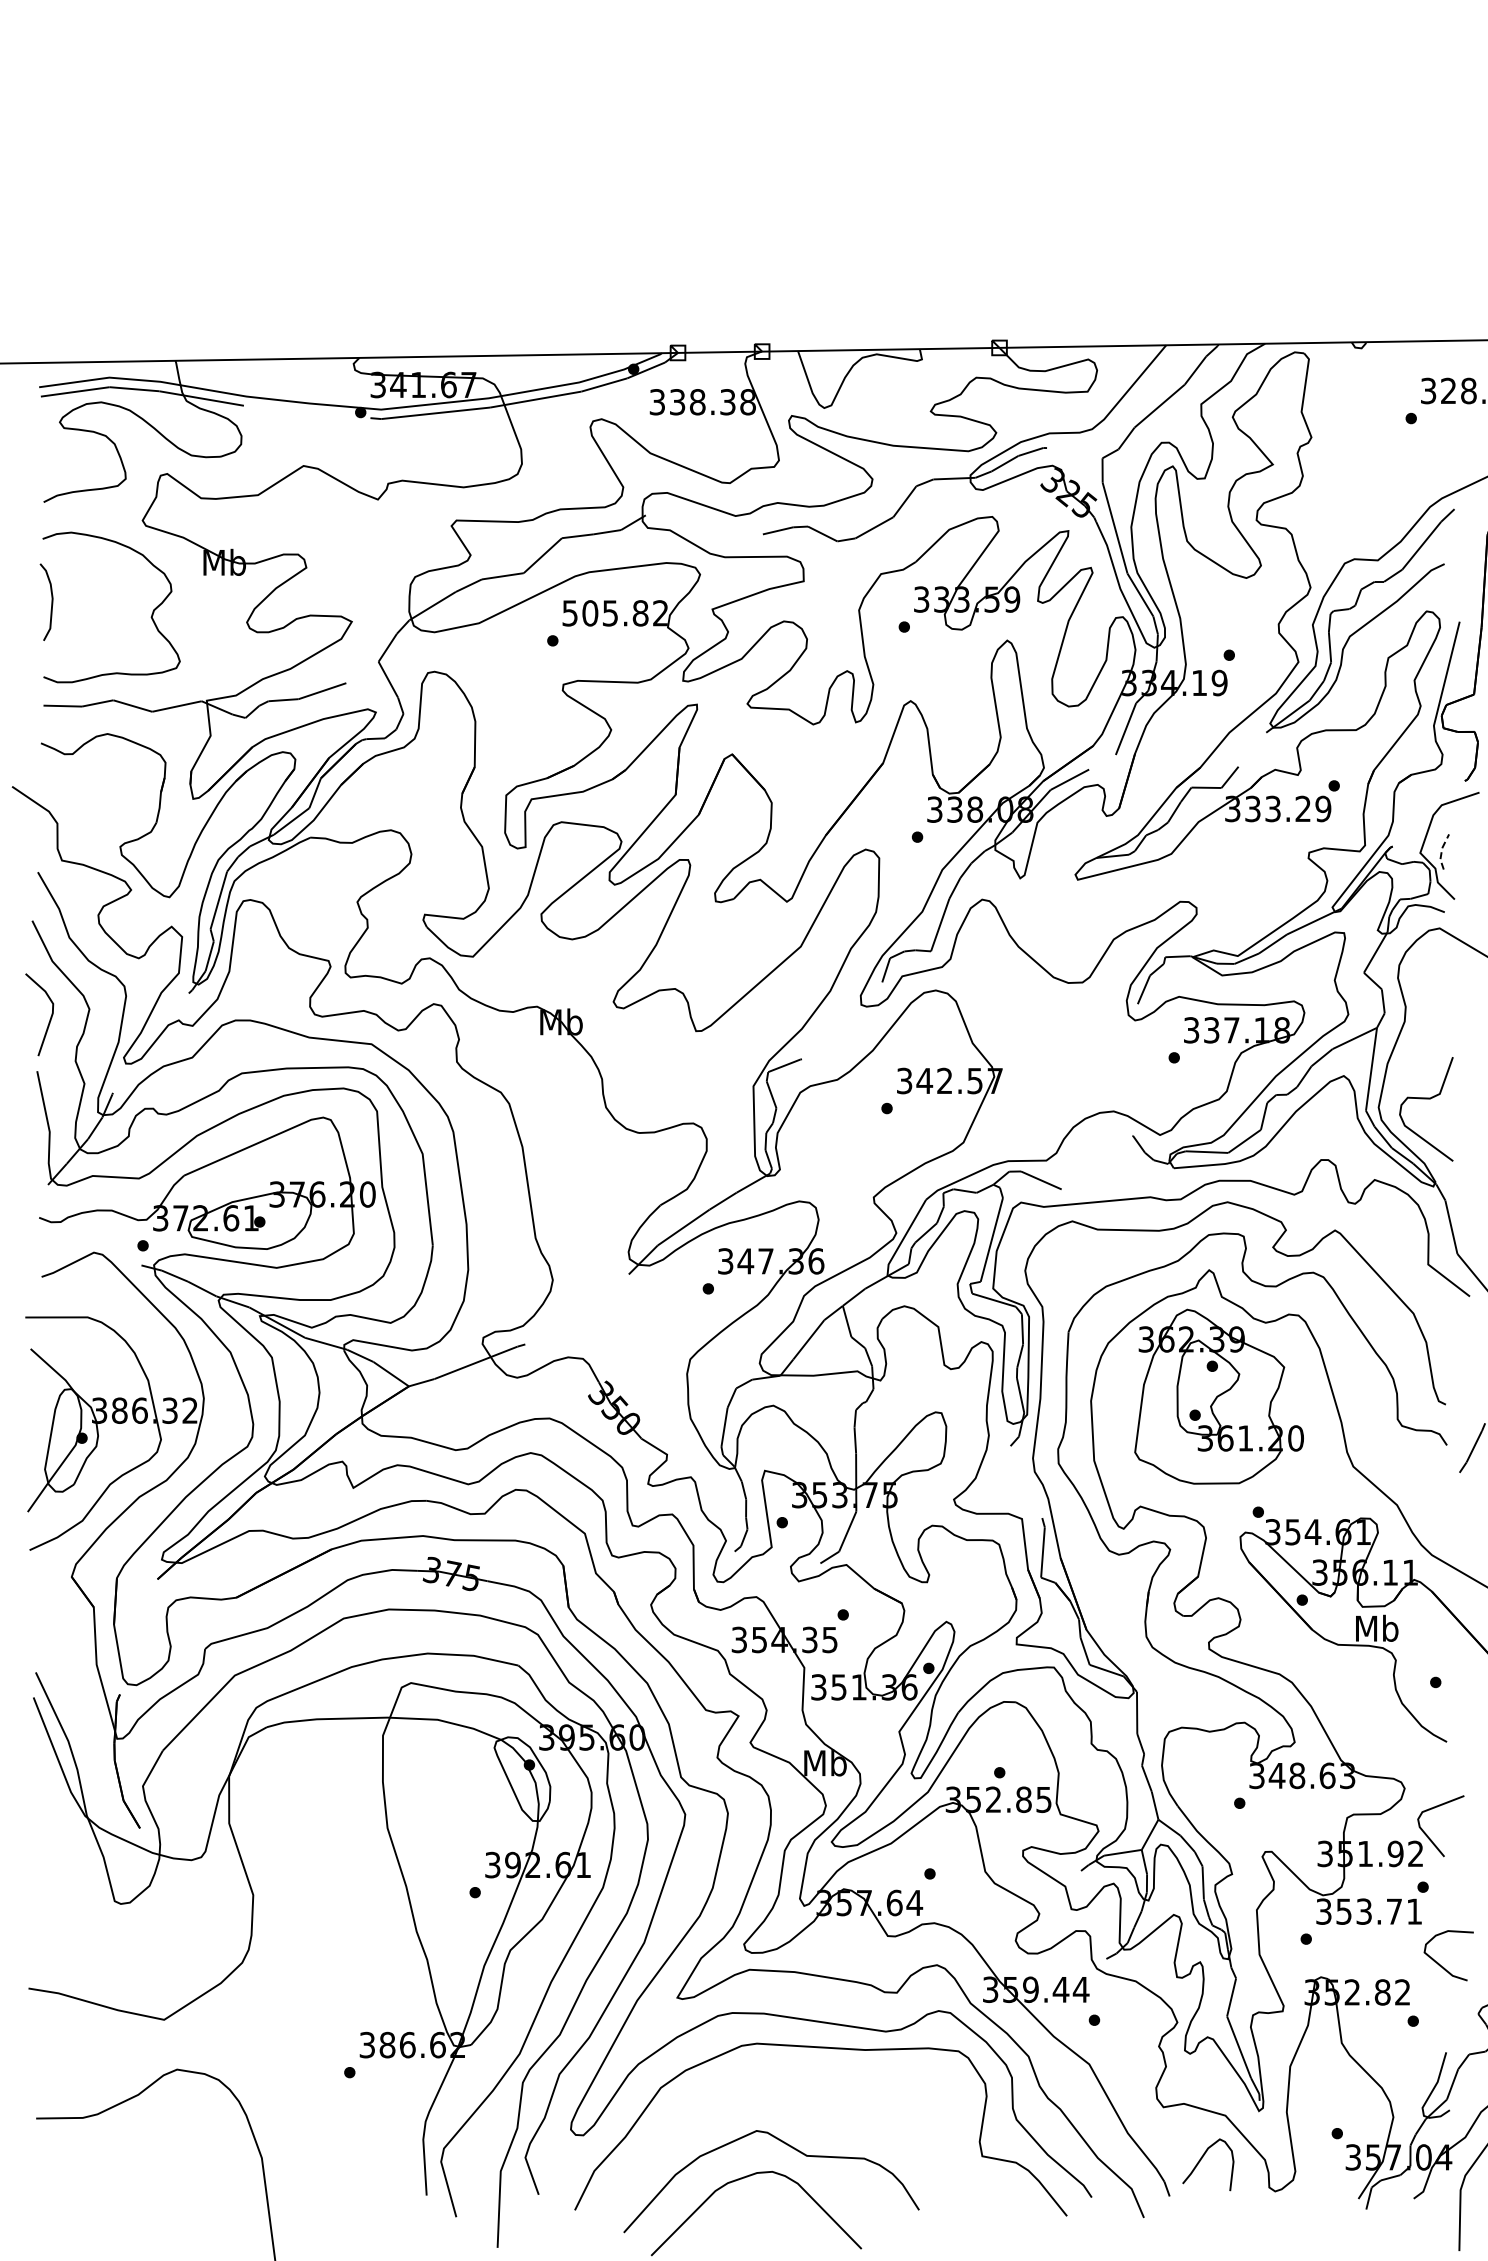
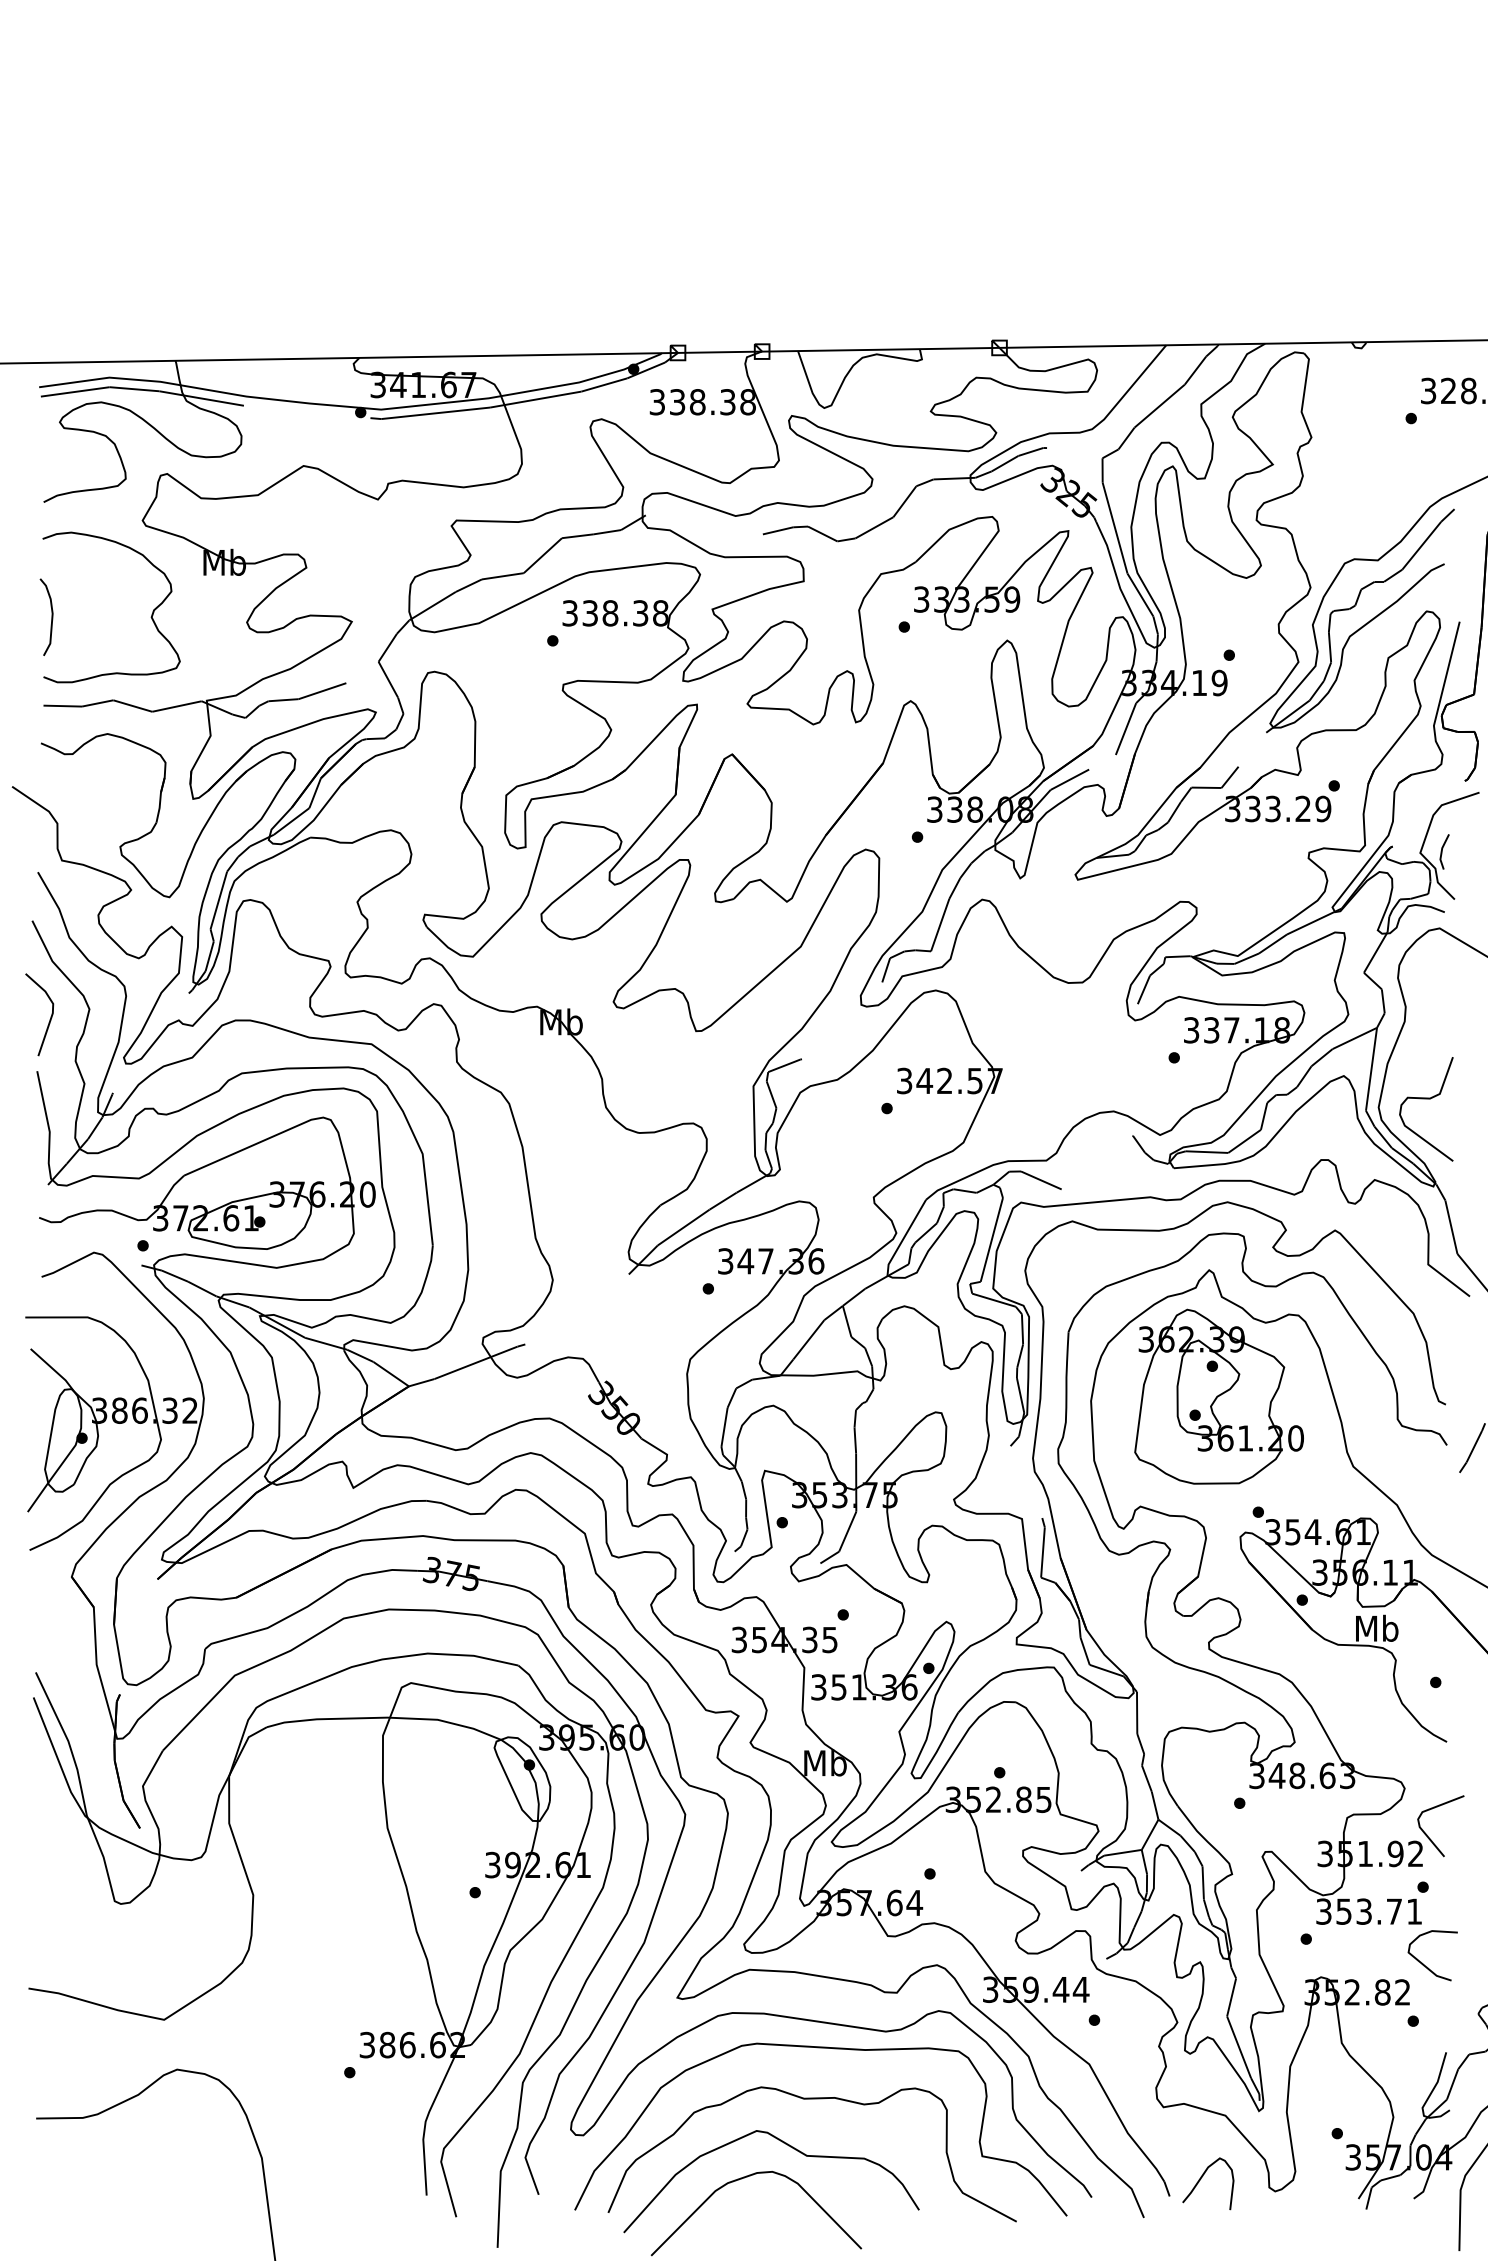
curve at (51, 601) position: (51, 601) -> (51, 616)
text at (615, 613): 505.82 -> 338.38
line at (1441, 851): dashed -> solid
curve at (1439, 1963) position: (1439, 1963) -> (1423, 1963)
curve at (811, 2099): none -> present
curve at (1201, 2160) position: (1201, 2160) -> (1201, 2179)
